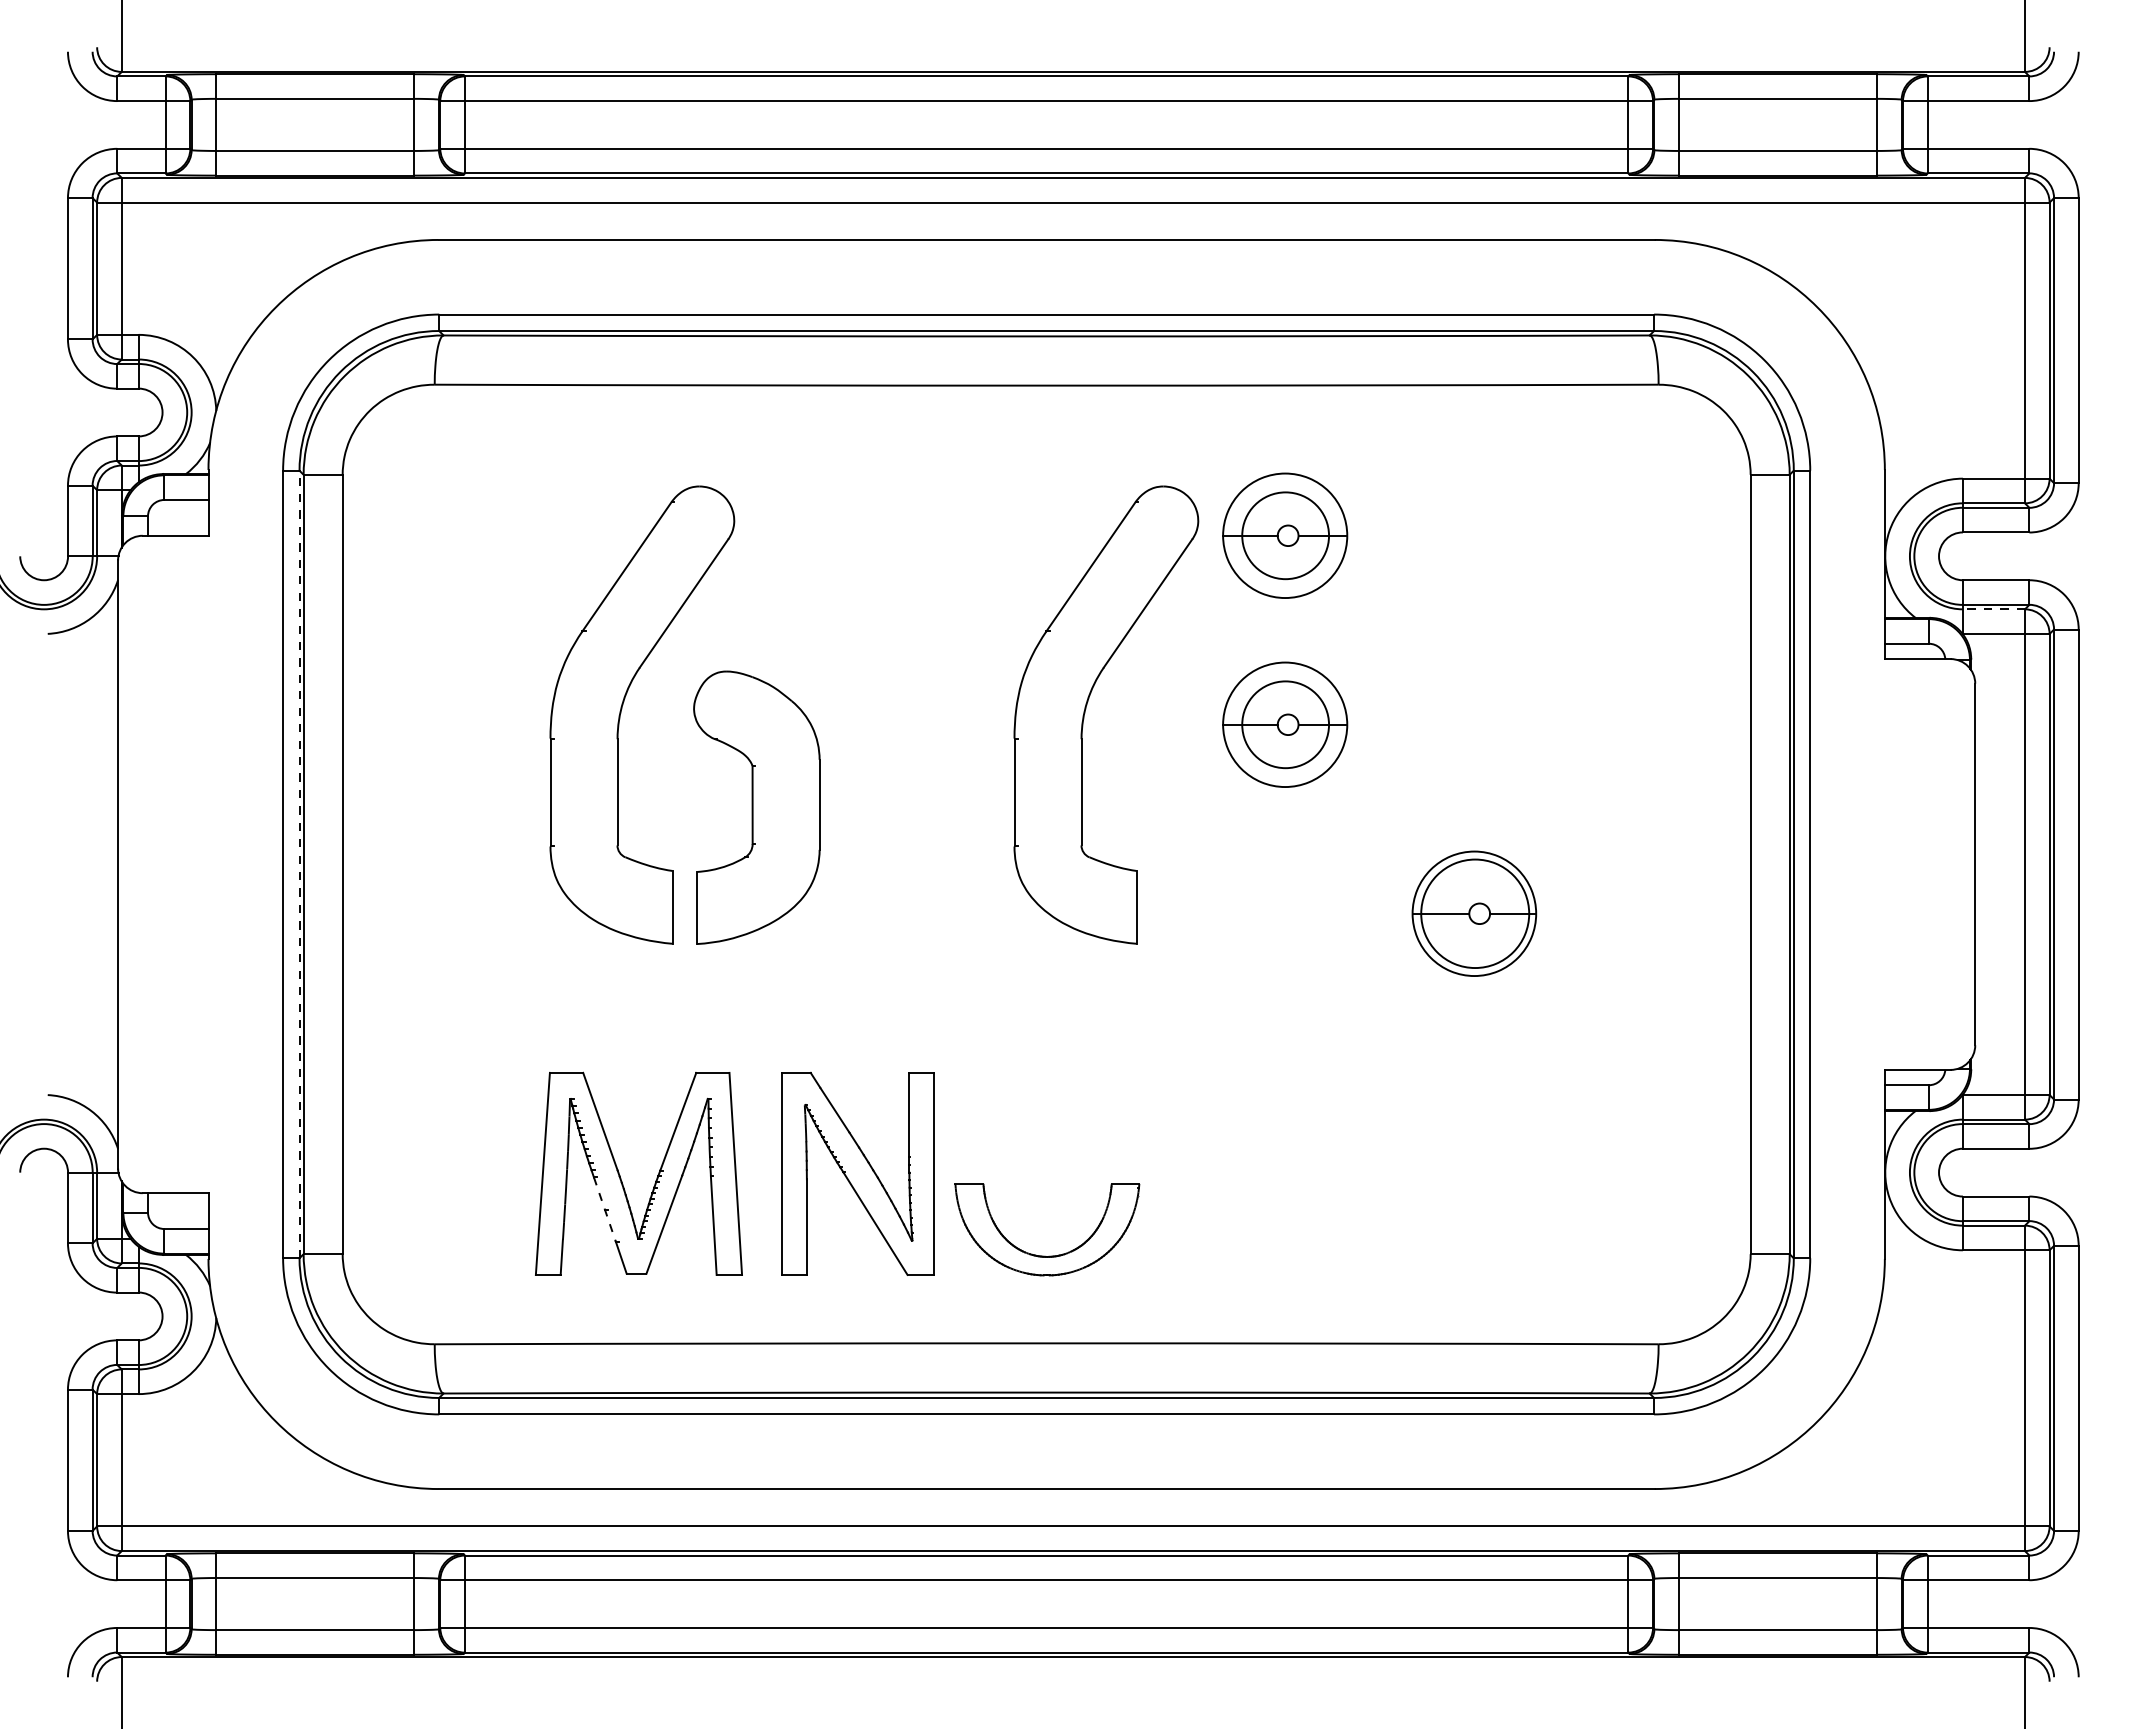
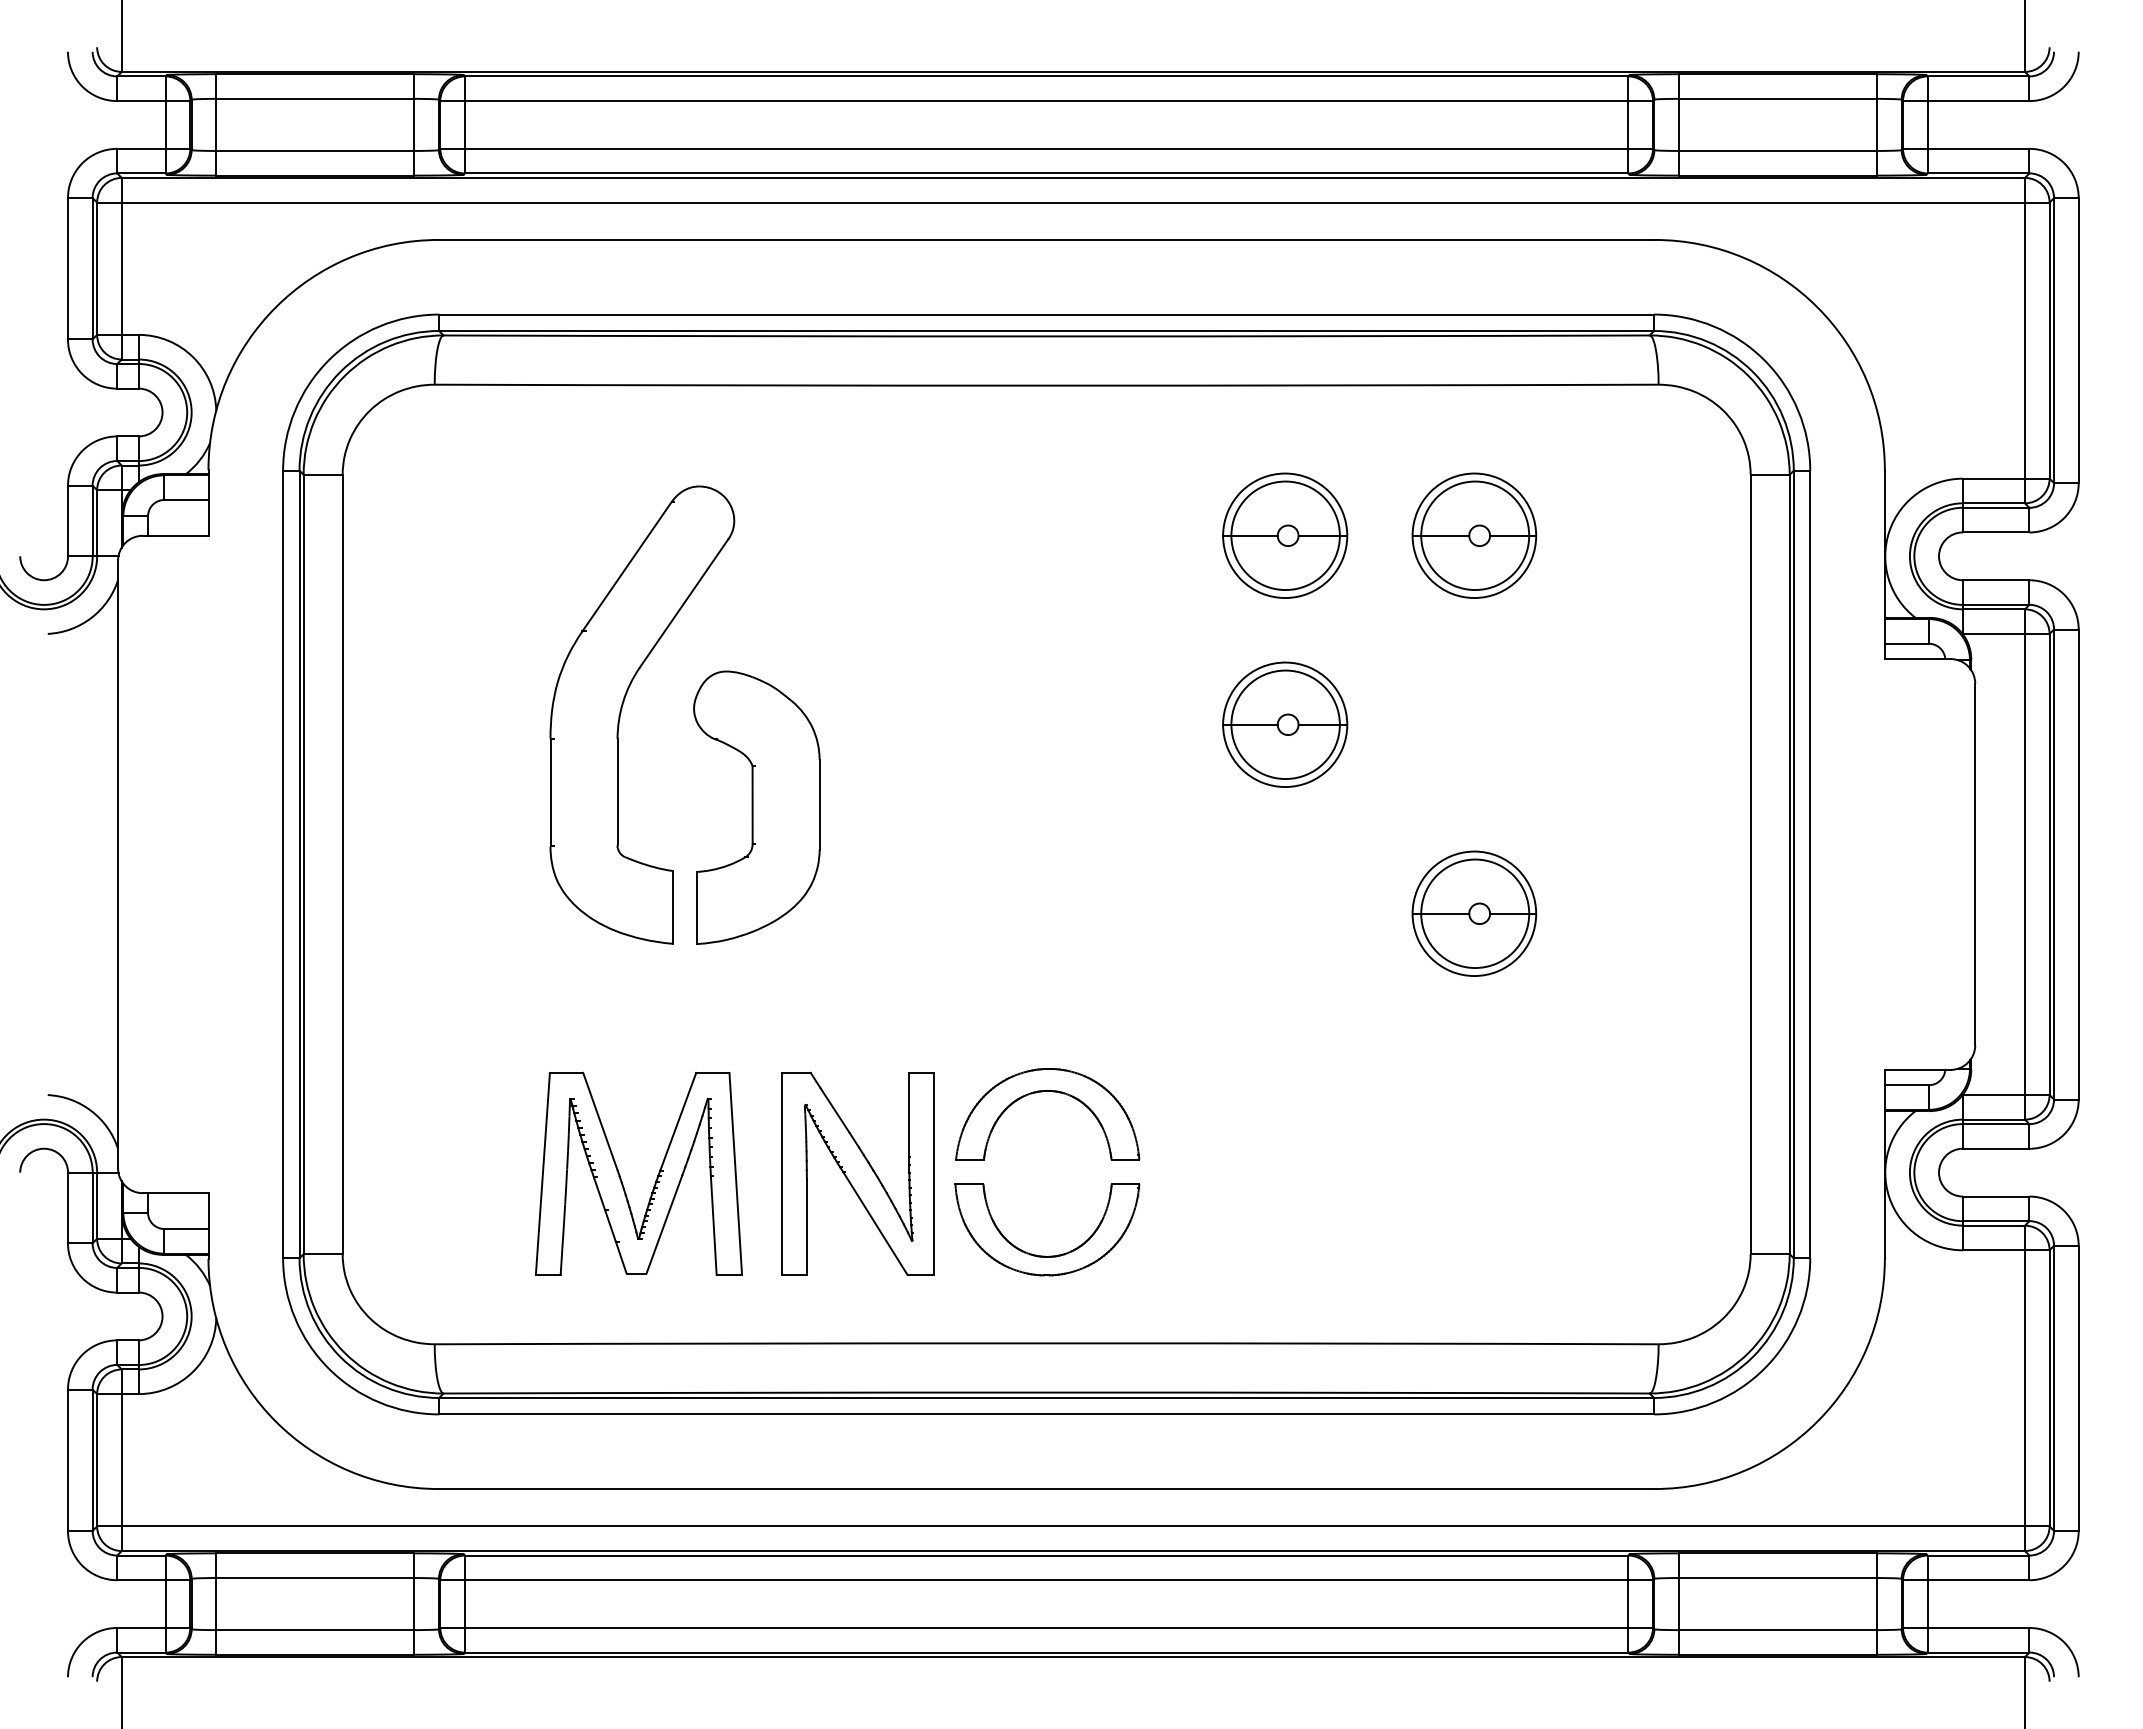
circle at (1285, 535) diameter: 87 px -> 108 px
part at (1474, 535): none -> present
line at (1993, 609): dashed -> solid
part at (1086, 709): present -> none
circle at (1285, 724) diameter: 87 px -> 108 px
line at (299, 864): dashed -> solid
part at (1042, 1092): none -> present
line at (604, 1209): dashed -> solid
